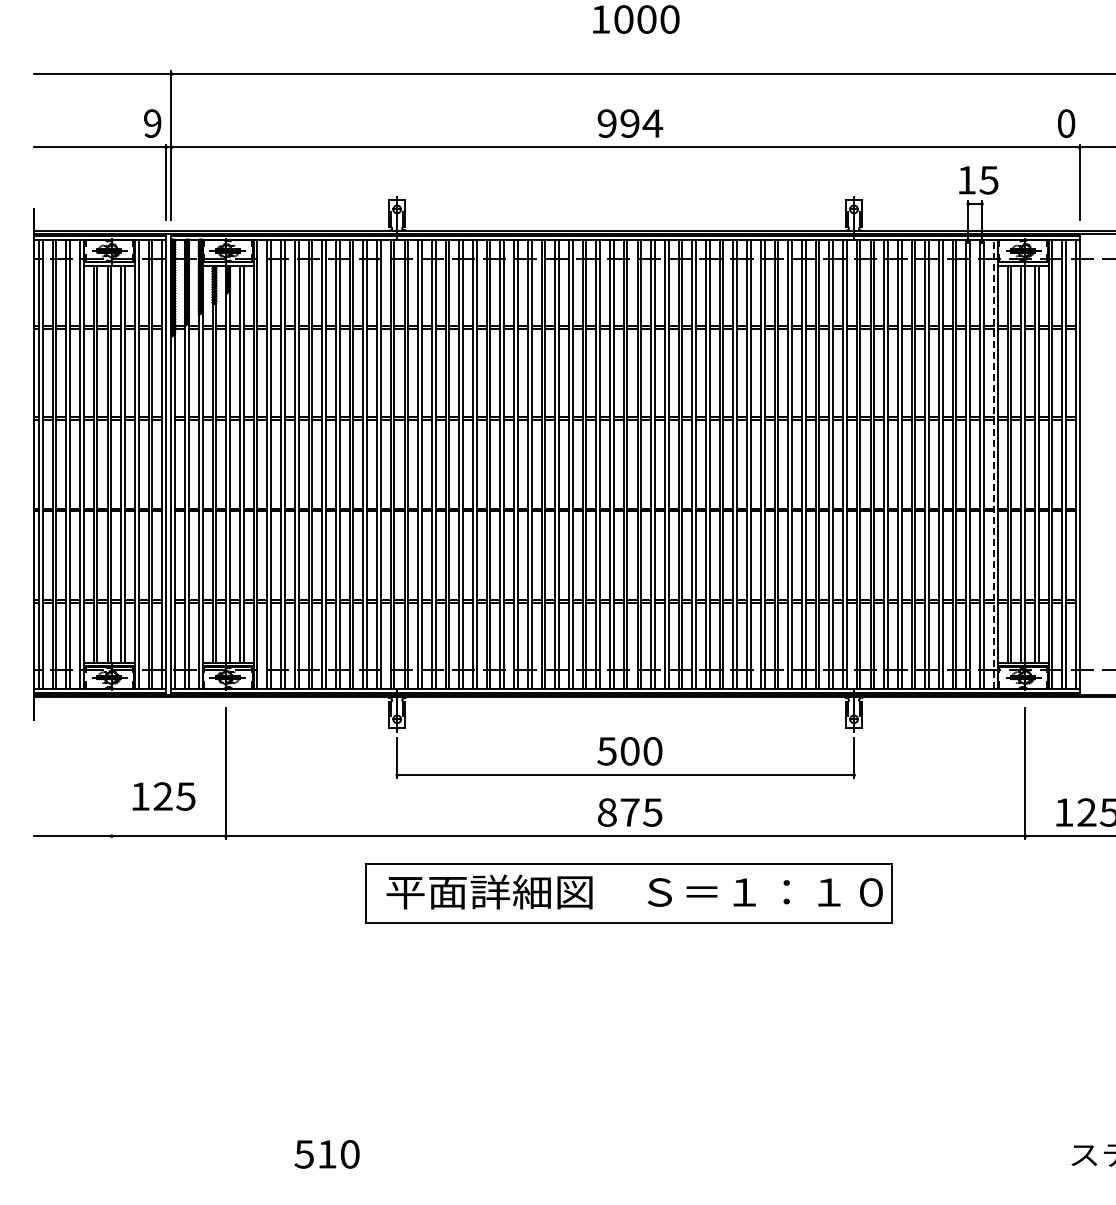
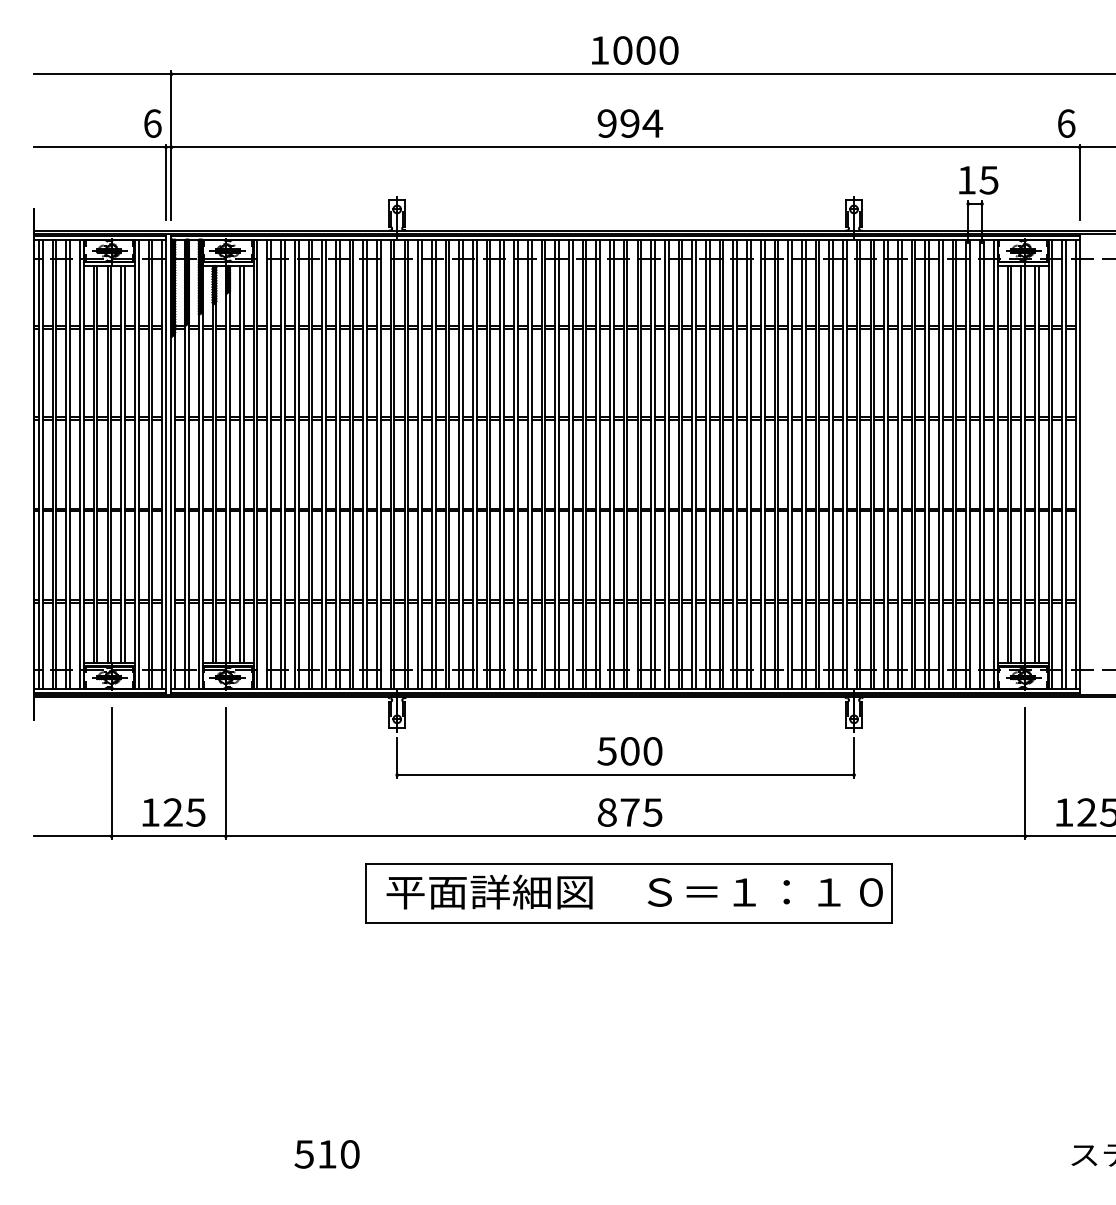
text at (636, 19) position: (636, 19) -> (635, 50)
text at (152, 123): 9 -> 6
text at (1066, 123): 0 -> 6
line at (993, 464): dashed -> solid
line at (111, 773): none -> present
text at (163, 796) position: (163, 796) -> (173, 812)
